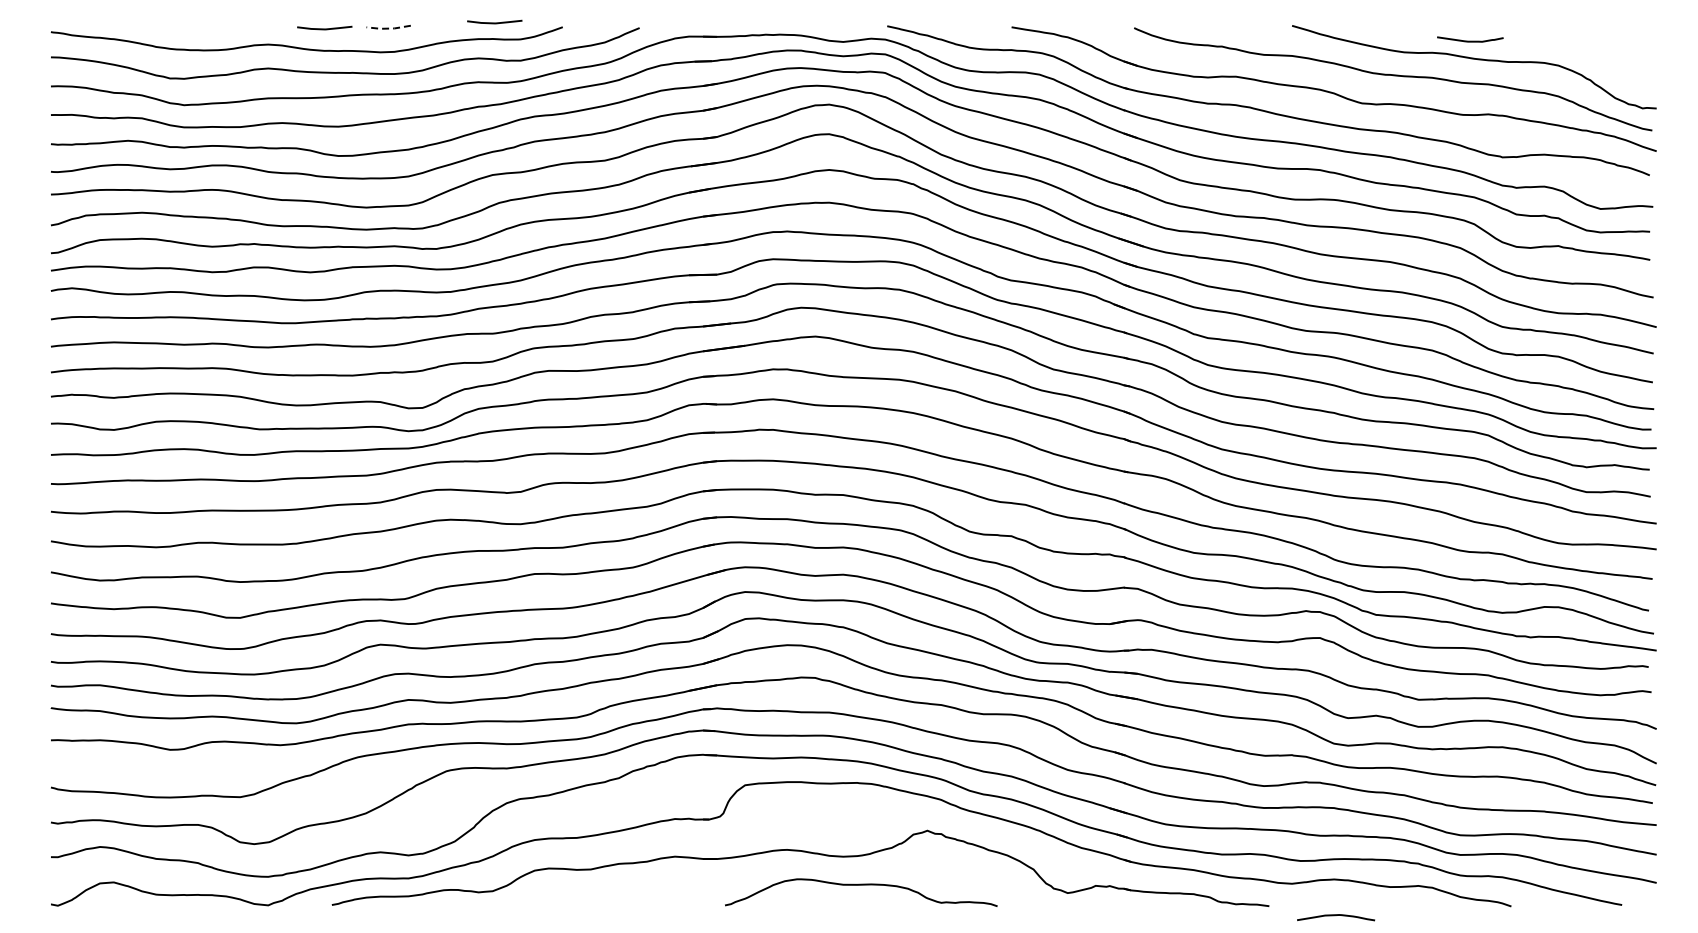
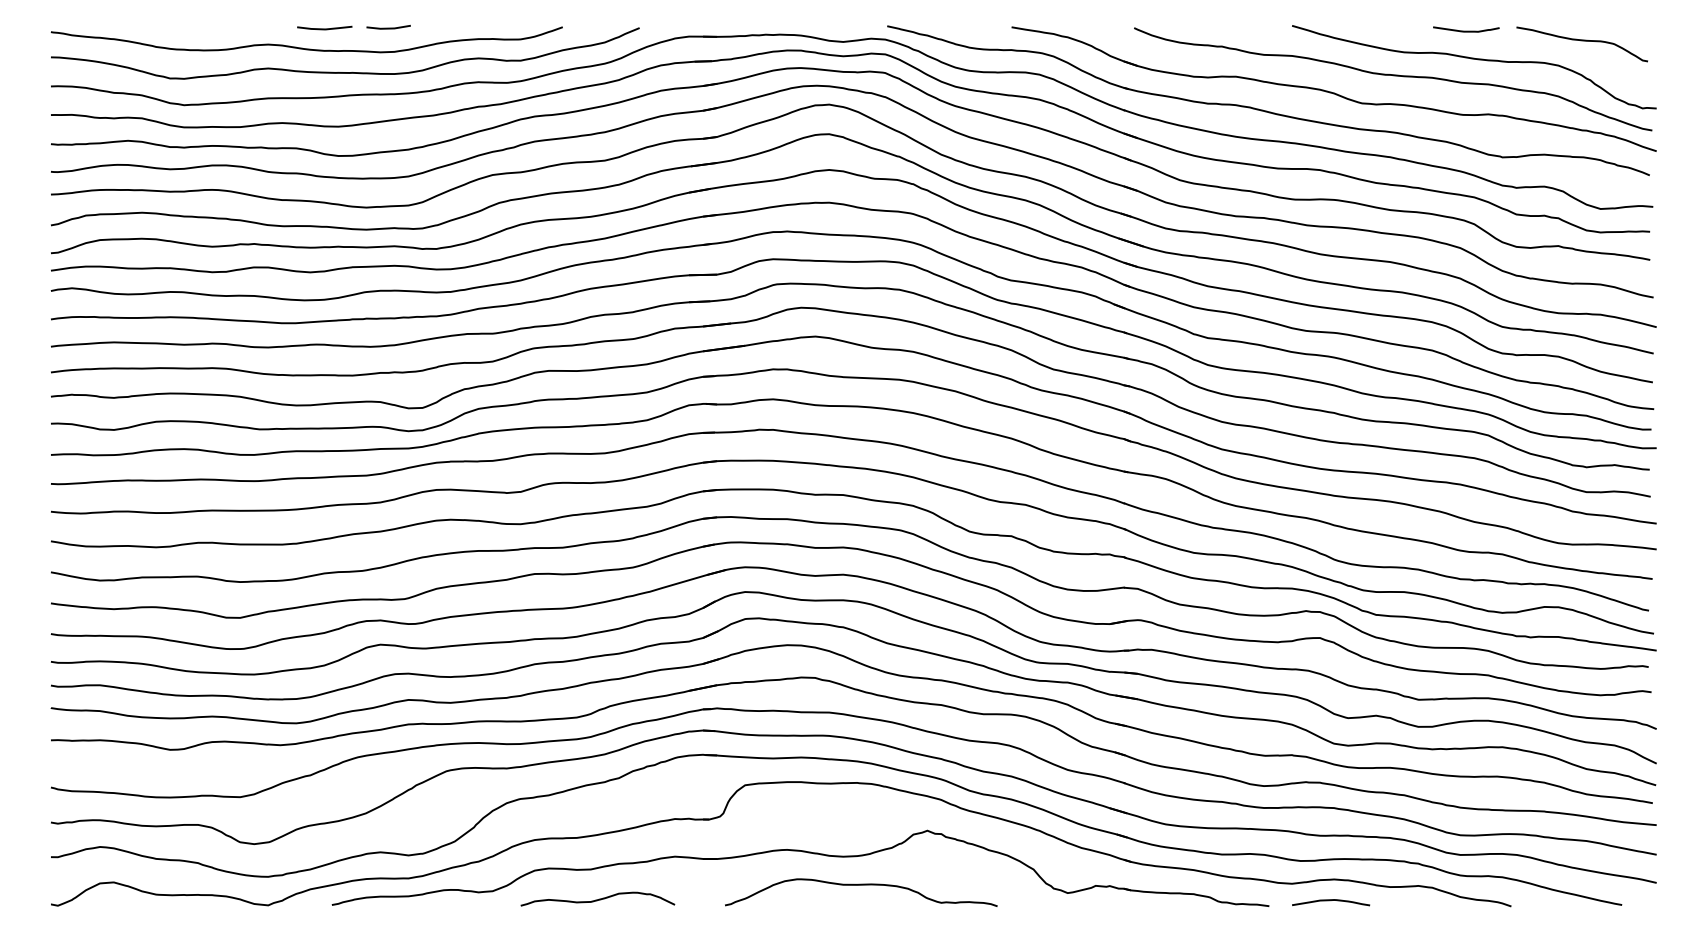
curve at (494, 22): present -> none
line at (387, 28): dashed -> solid
curve at (1470, 40) position: (1470, 40) -> (1466, 30)
curve at (1581, 41): none -> present
curve at (597, 899): none -> present
curve at (1335, 916) position: (1335, 916) -> (1330, 901)
